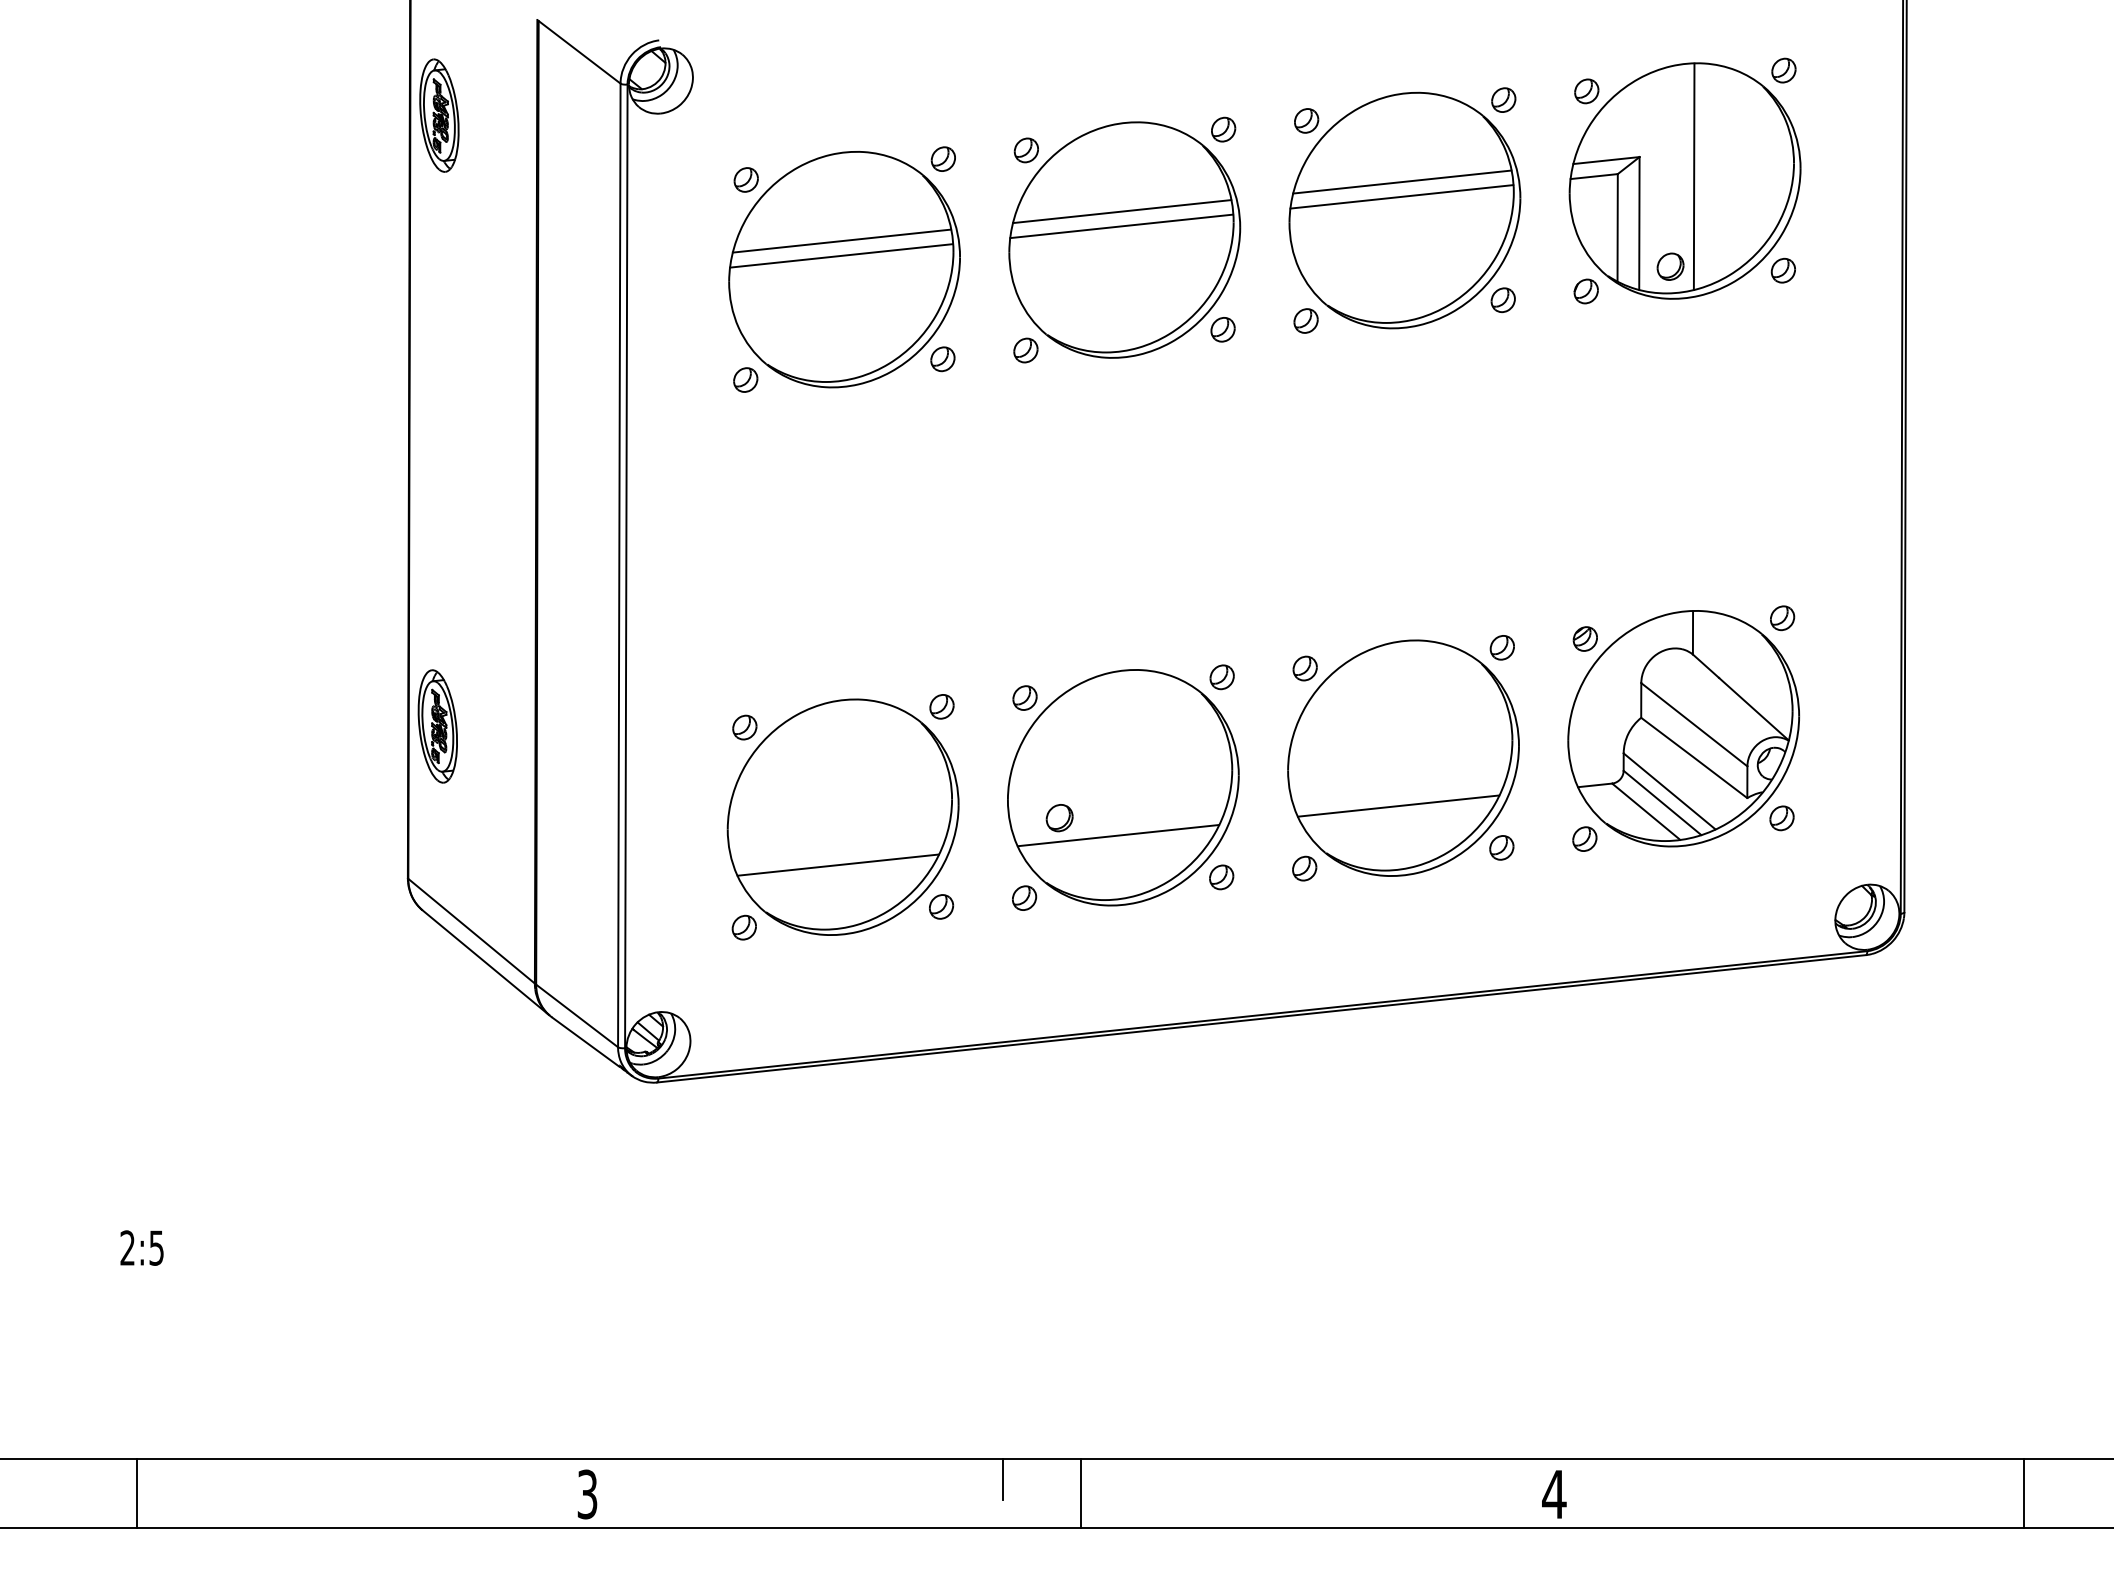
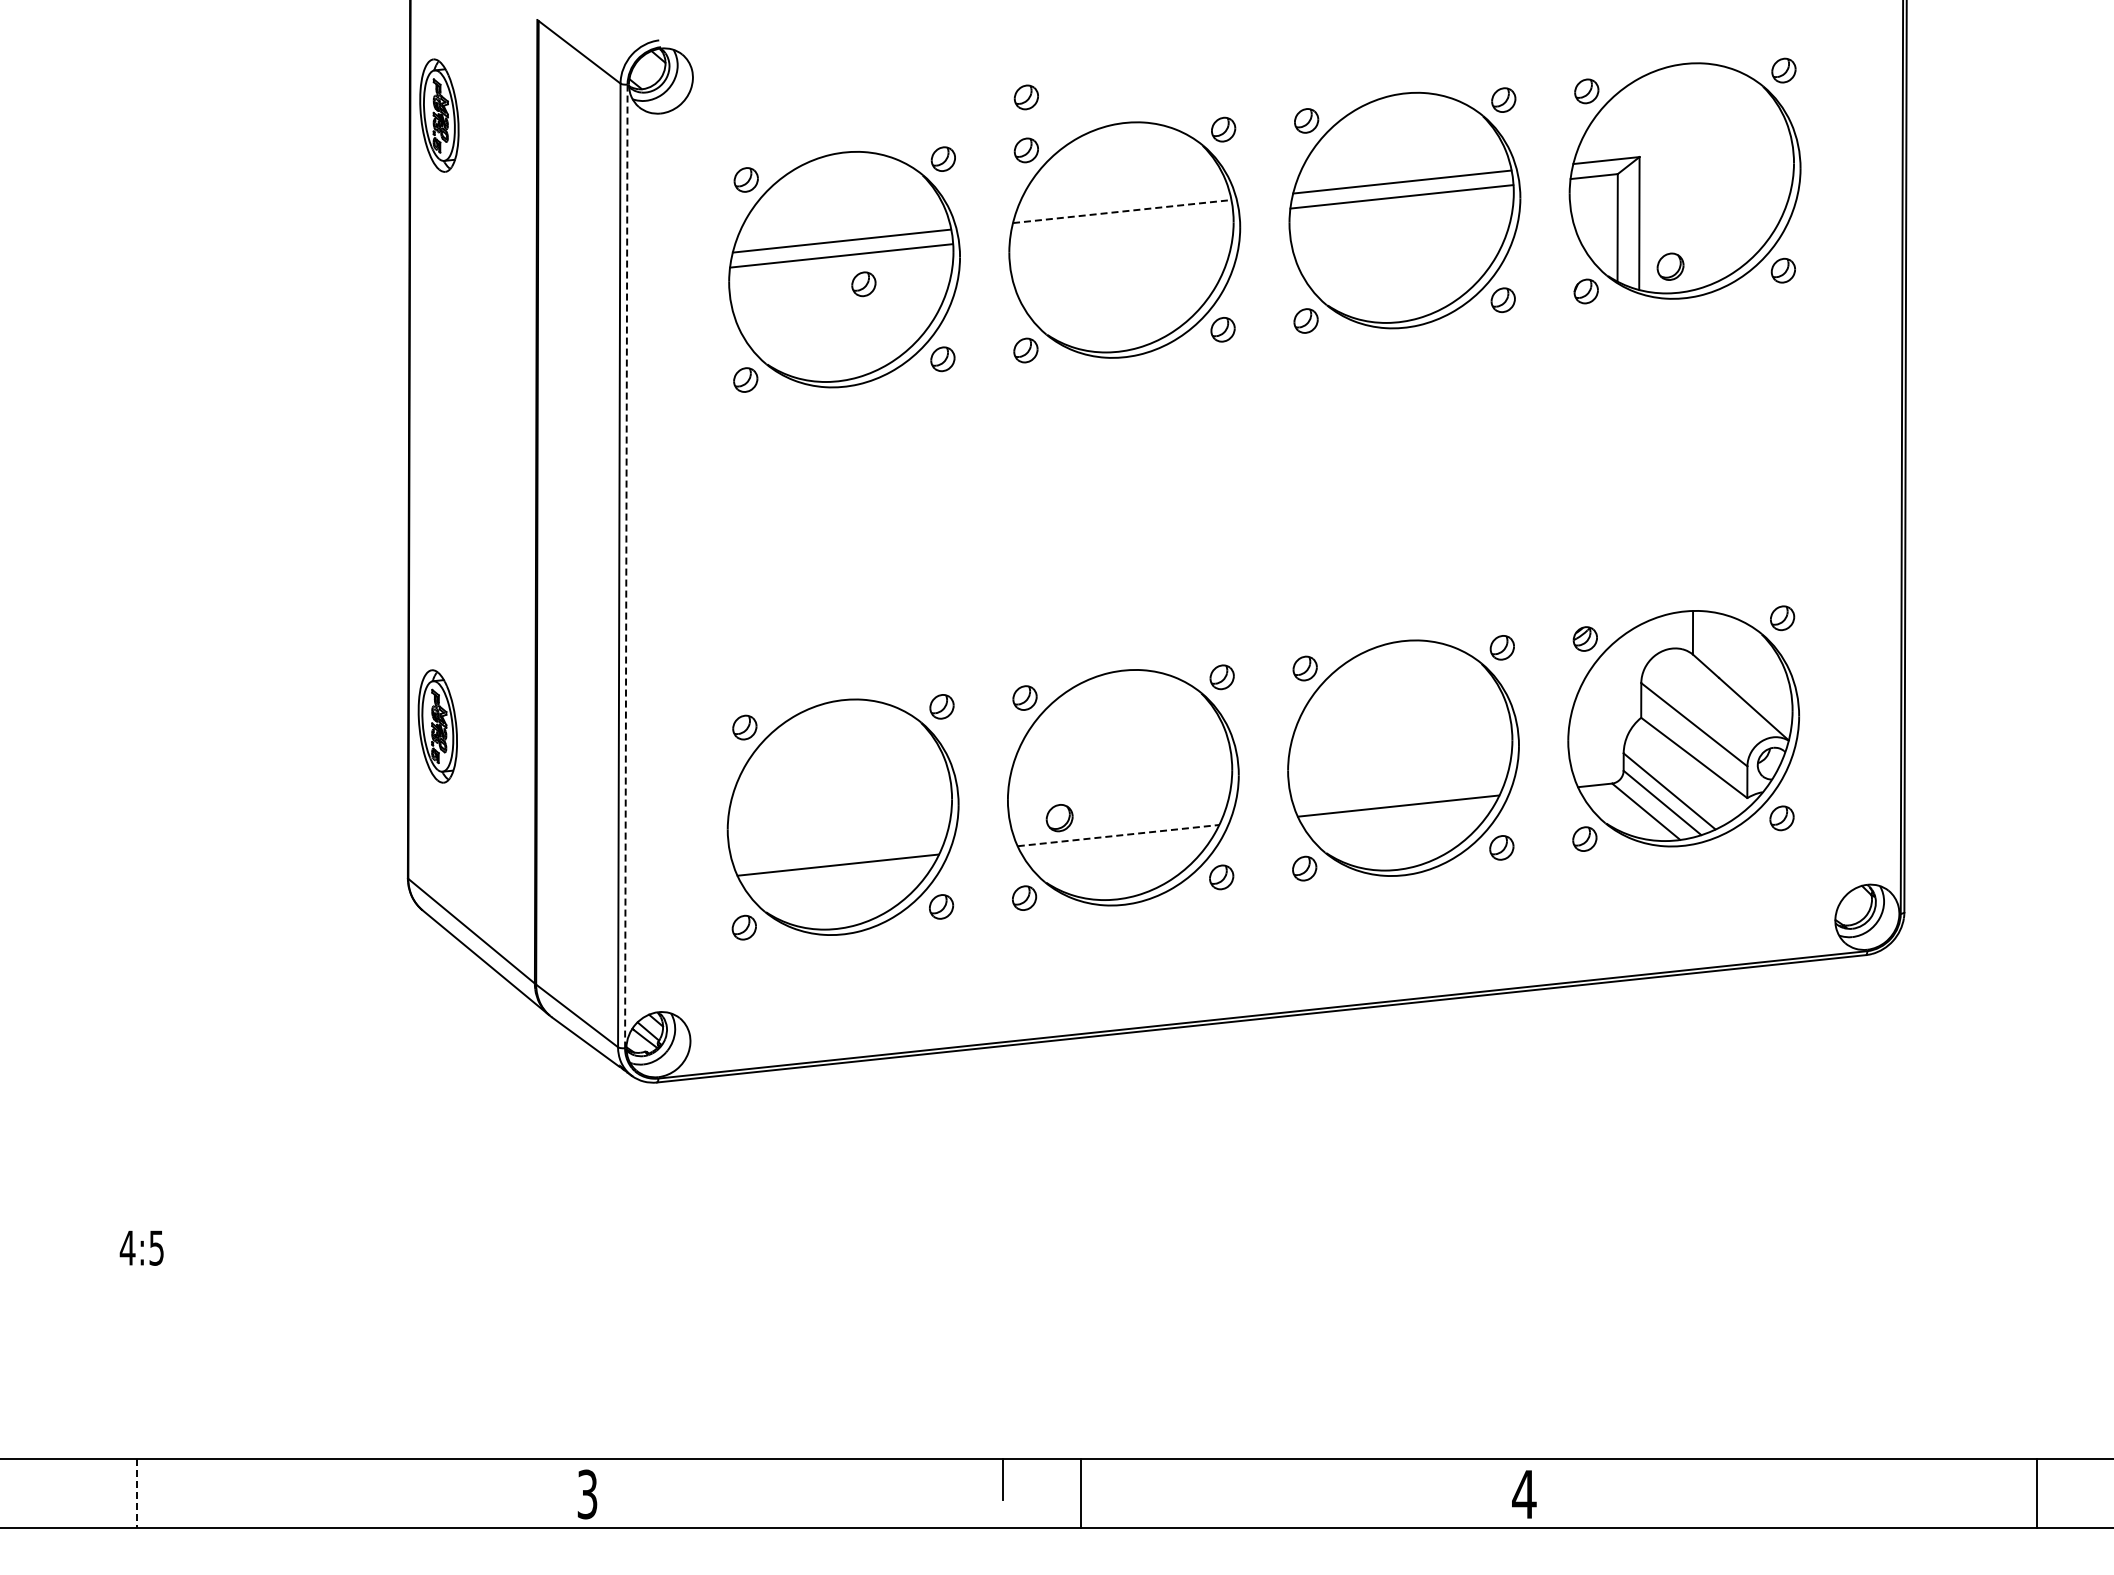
part at (1025, 97): none -> present
line at (1693, 176): present -> none
line at (1122, 211): solid -> dashed
line at (1121, 226): present -> none
part at (863, 284): none -> present
line at (626, 566): solid -> dashed
line at (1118, 835): solid -> dashed
text at (127, 1247): 2:5 -> 4:5
line at (2024, 1492) position: (2024, 1492) -> (2037, 1492)
line at (137, 1493): solid -> dashed
text at (1554, 1494) position: (1554, 1494) -> (1524, 1494)
